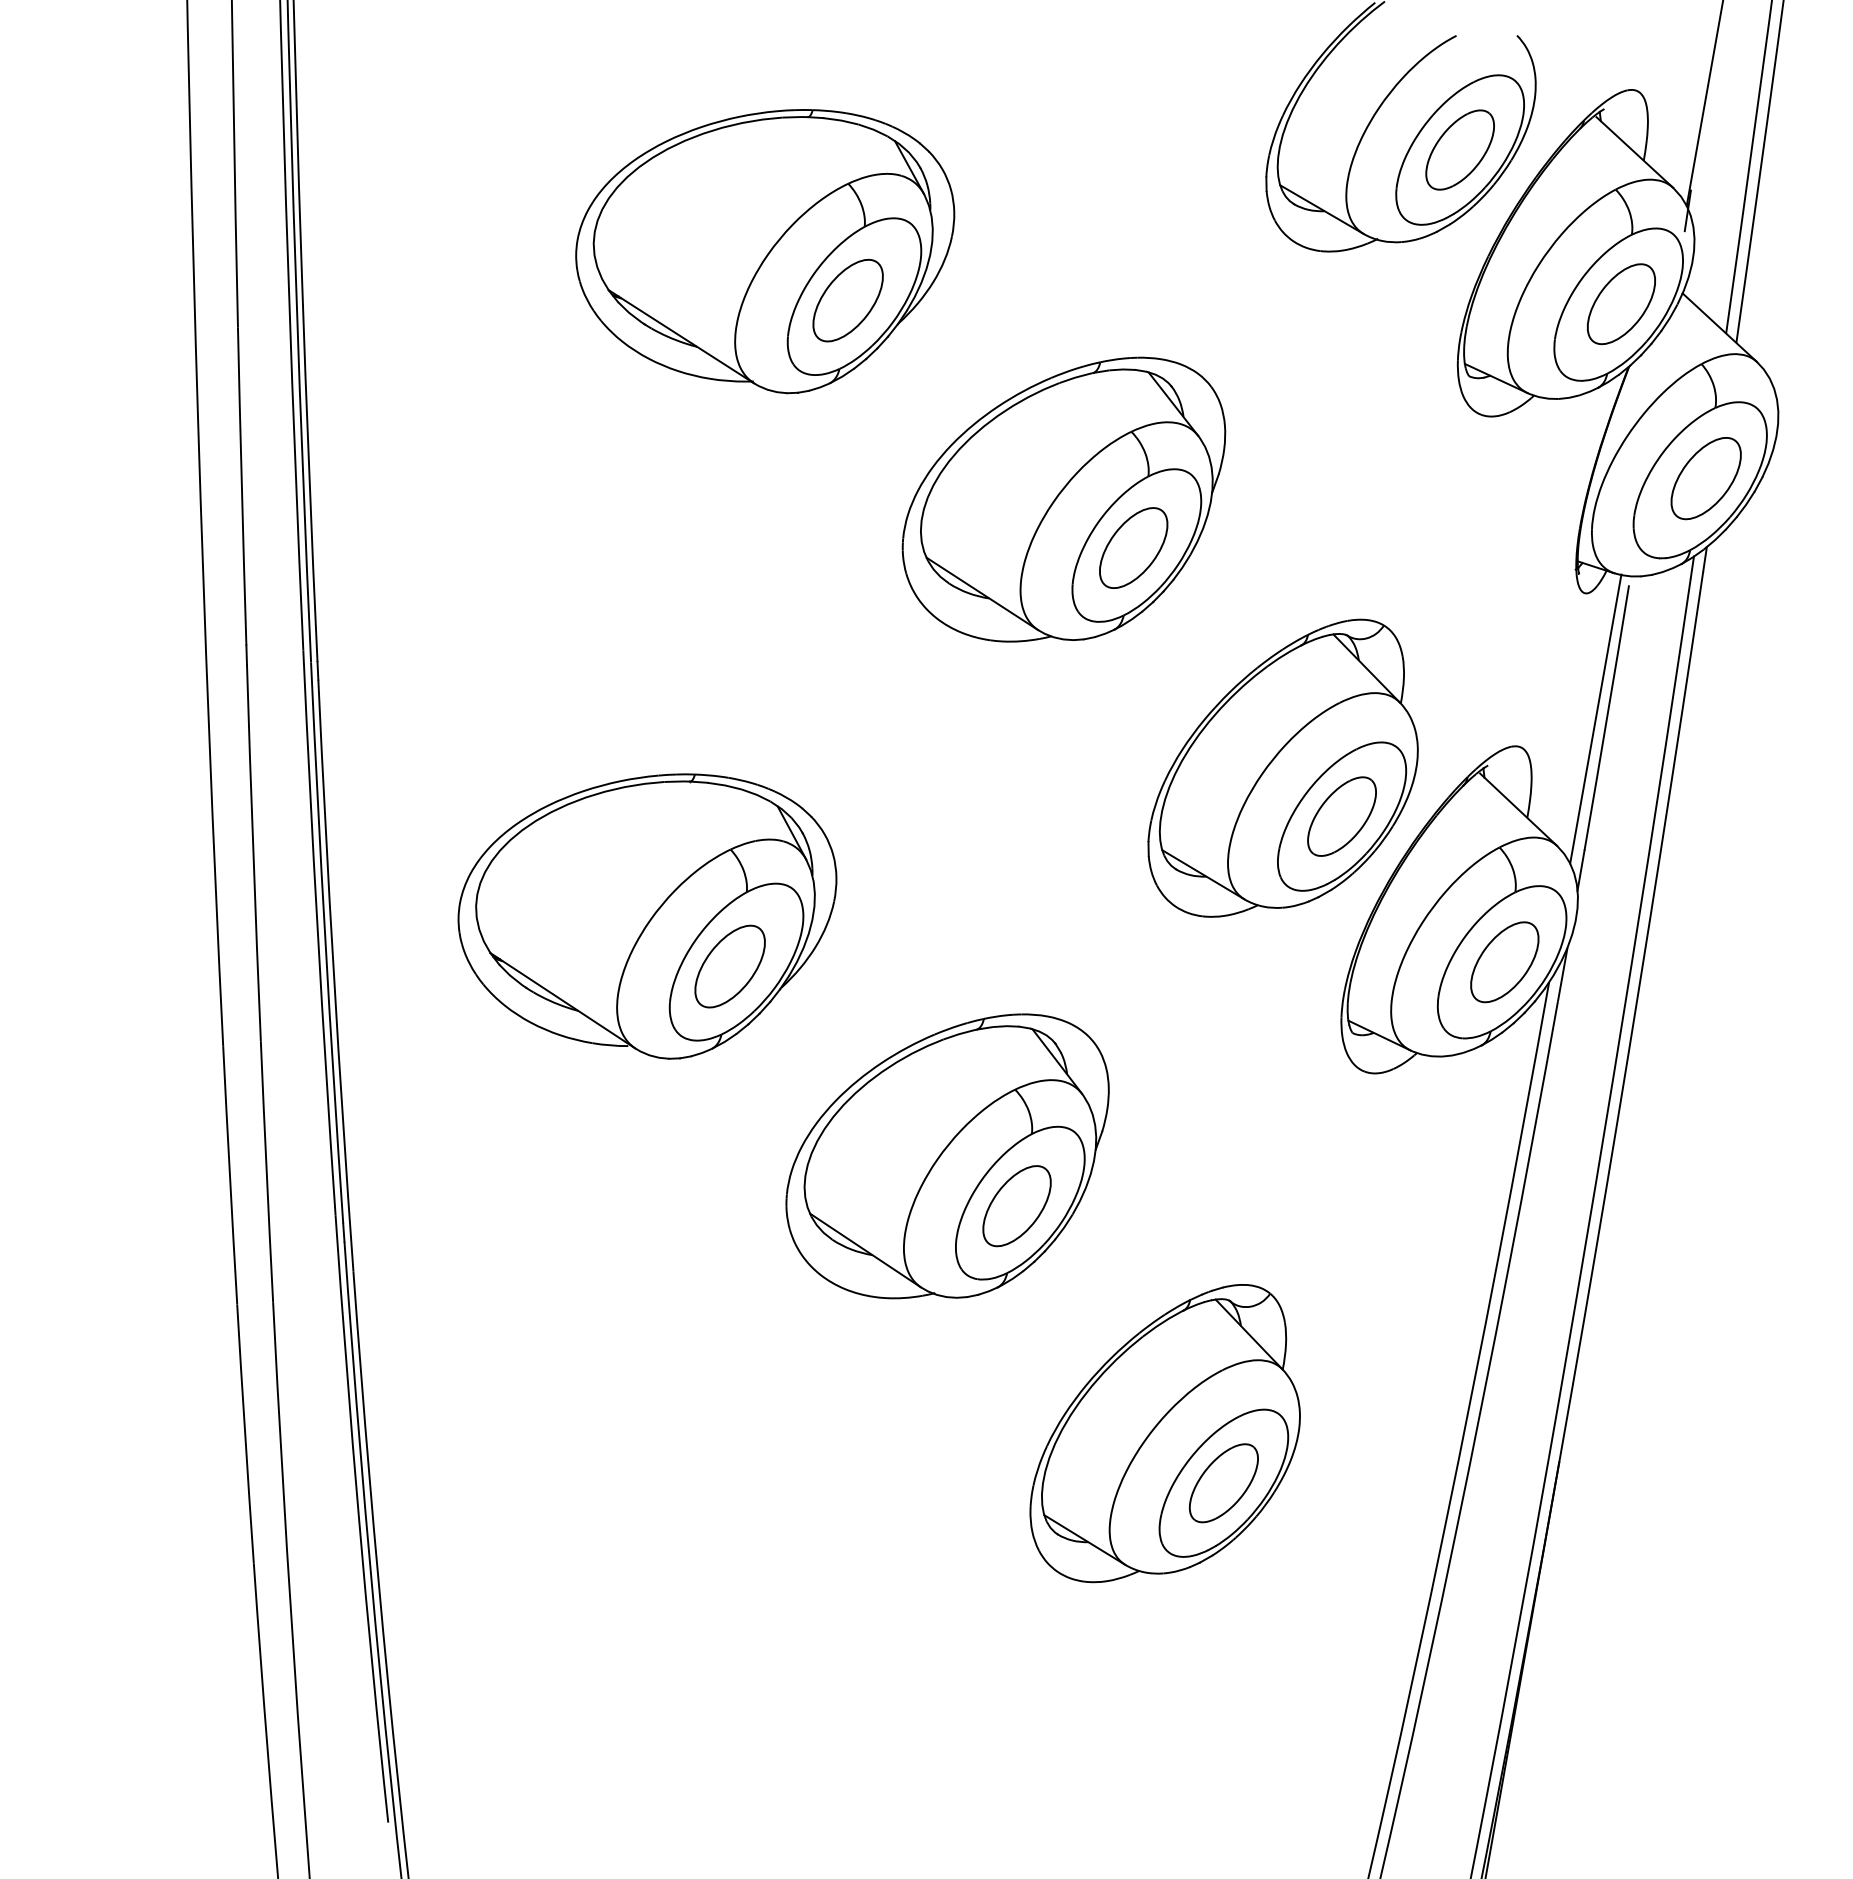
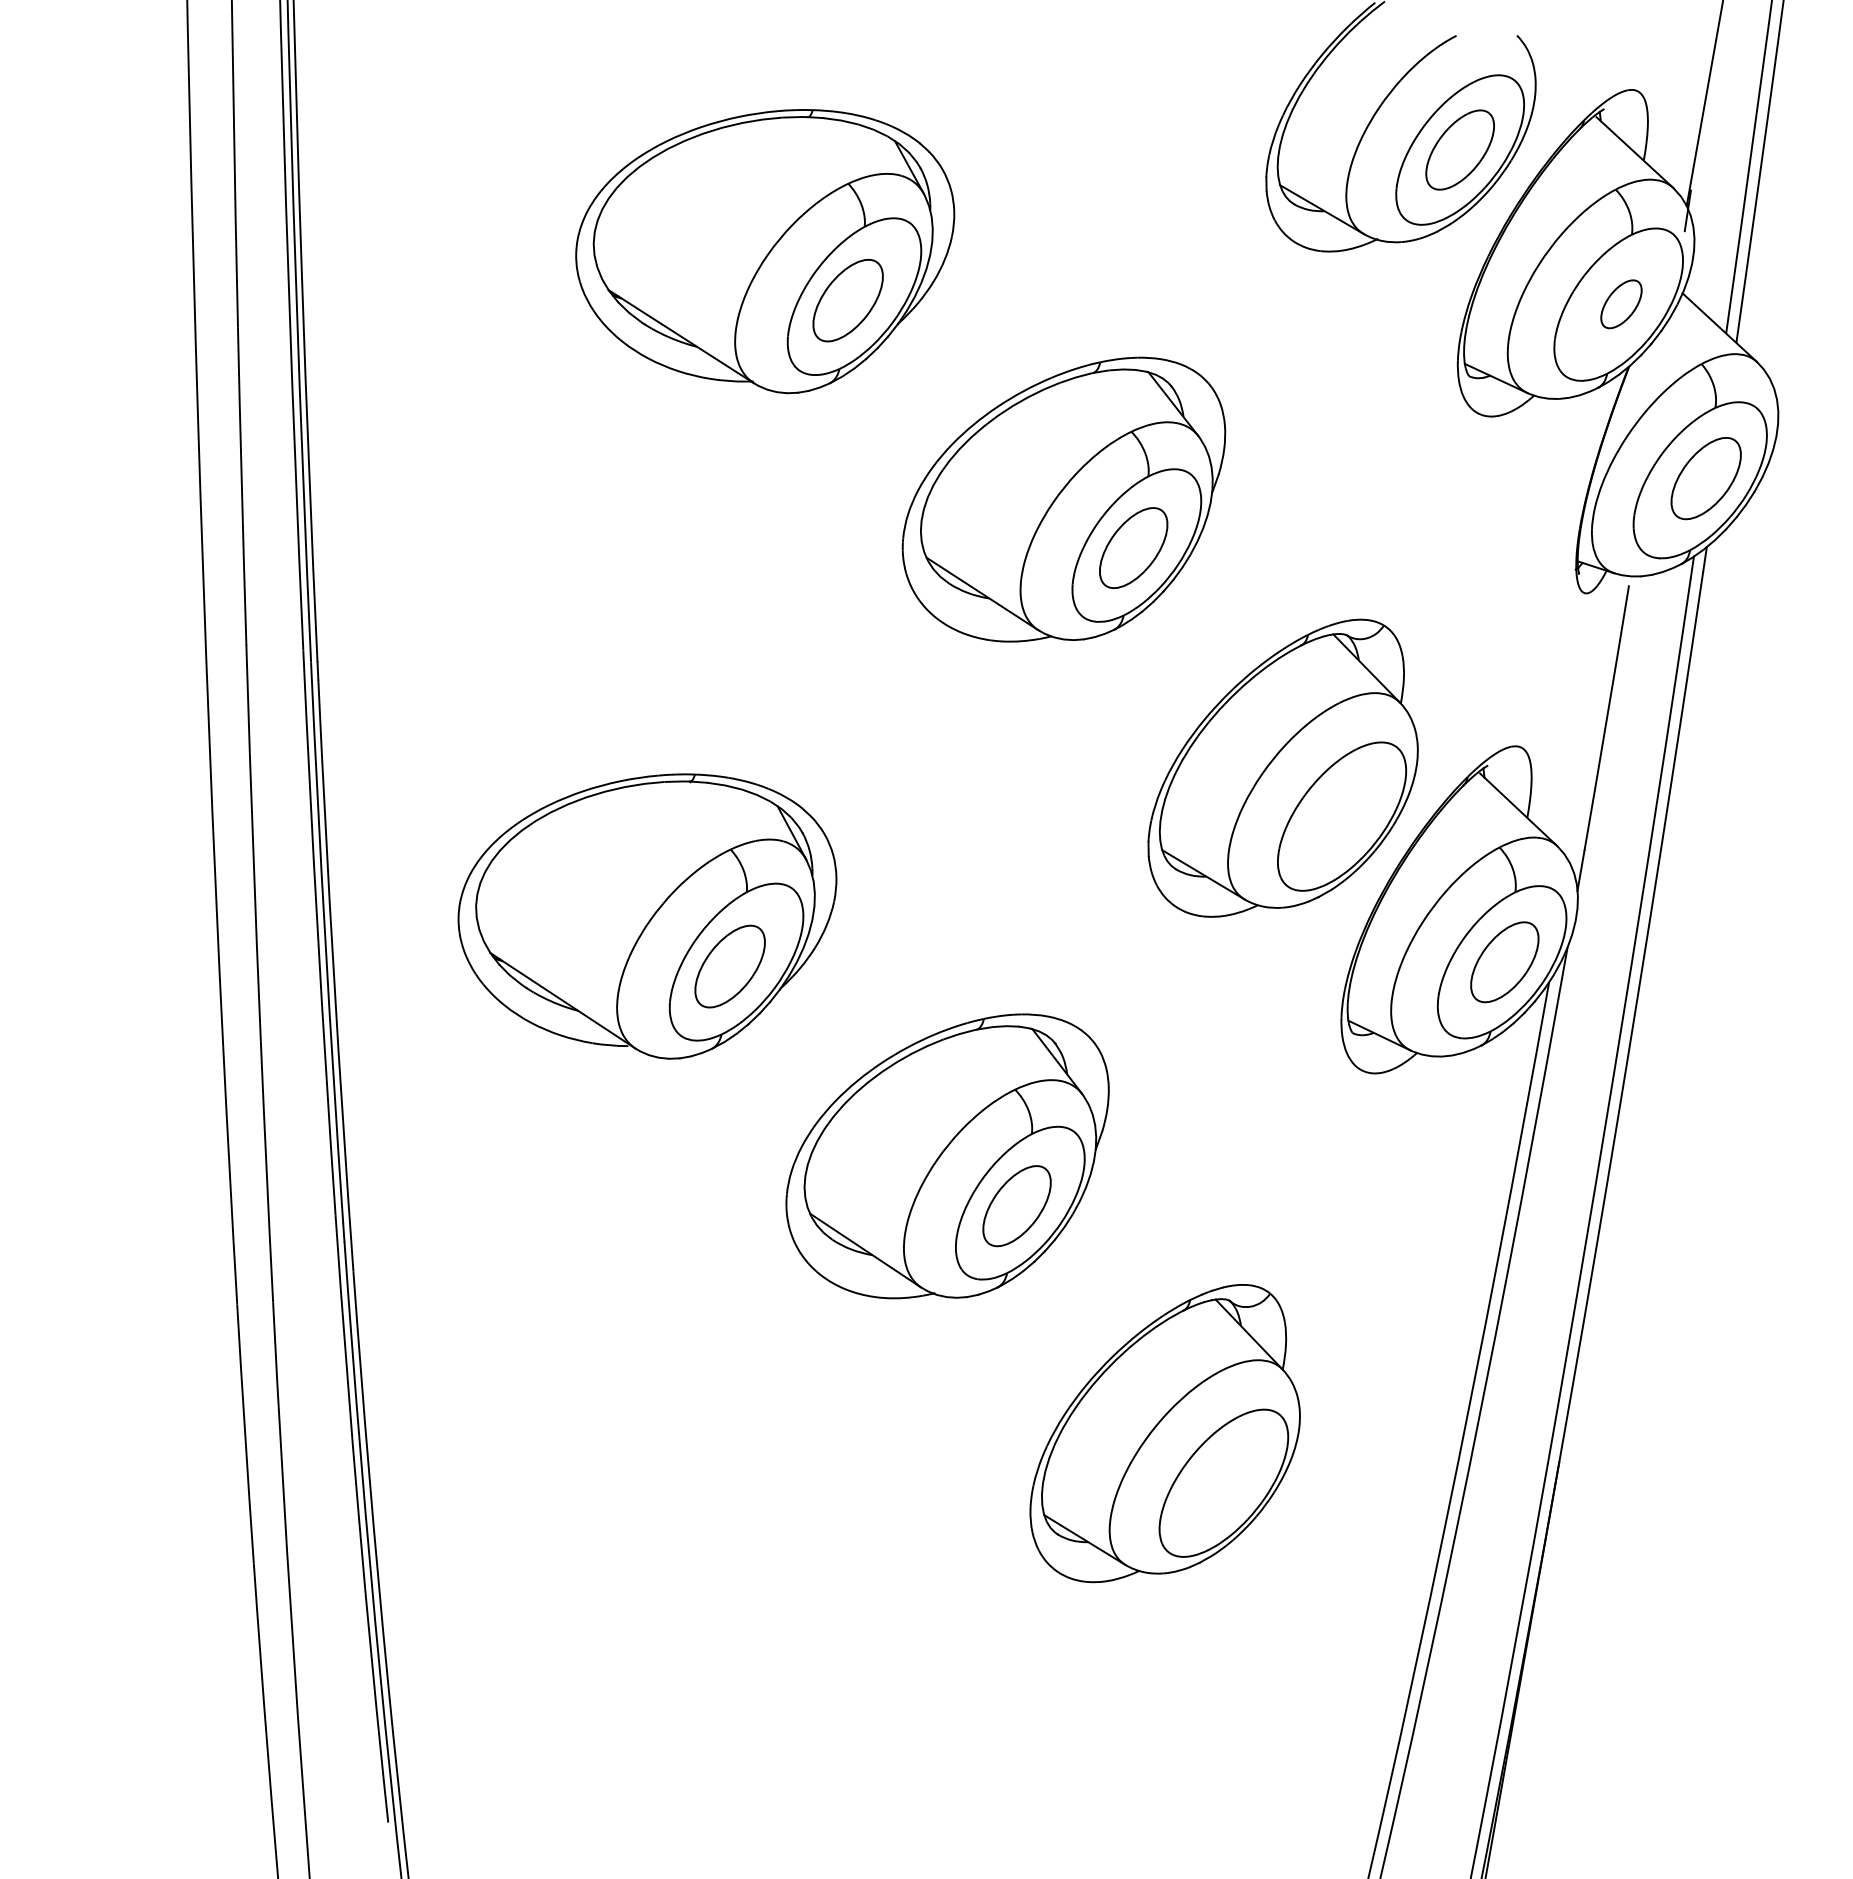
part at (1621, 304) size: 69x83 px -> 43x51 px
line at (1595, 718): present -> none
part at (1341, 816): present -> none
part at (1223, 1483): present -> none
